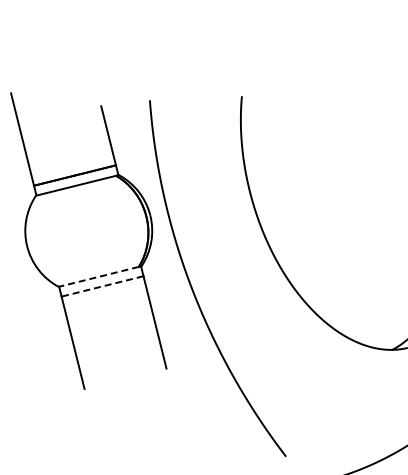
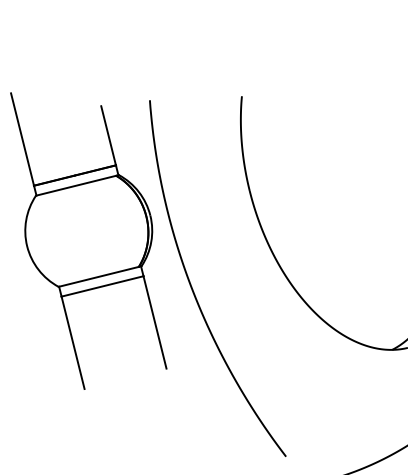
line at (98, 277): dashed -> solid
line at (102, 286): dashed -> solid
